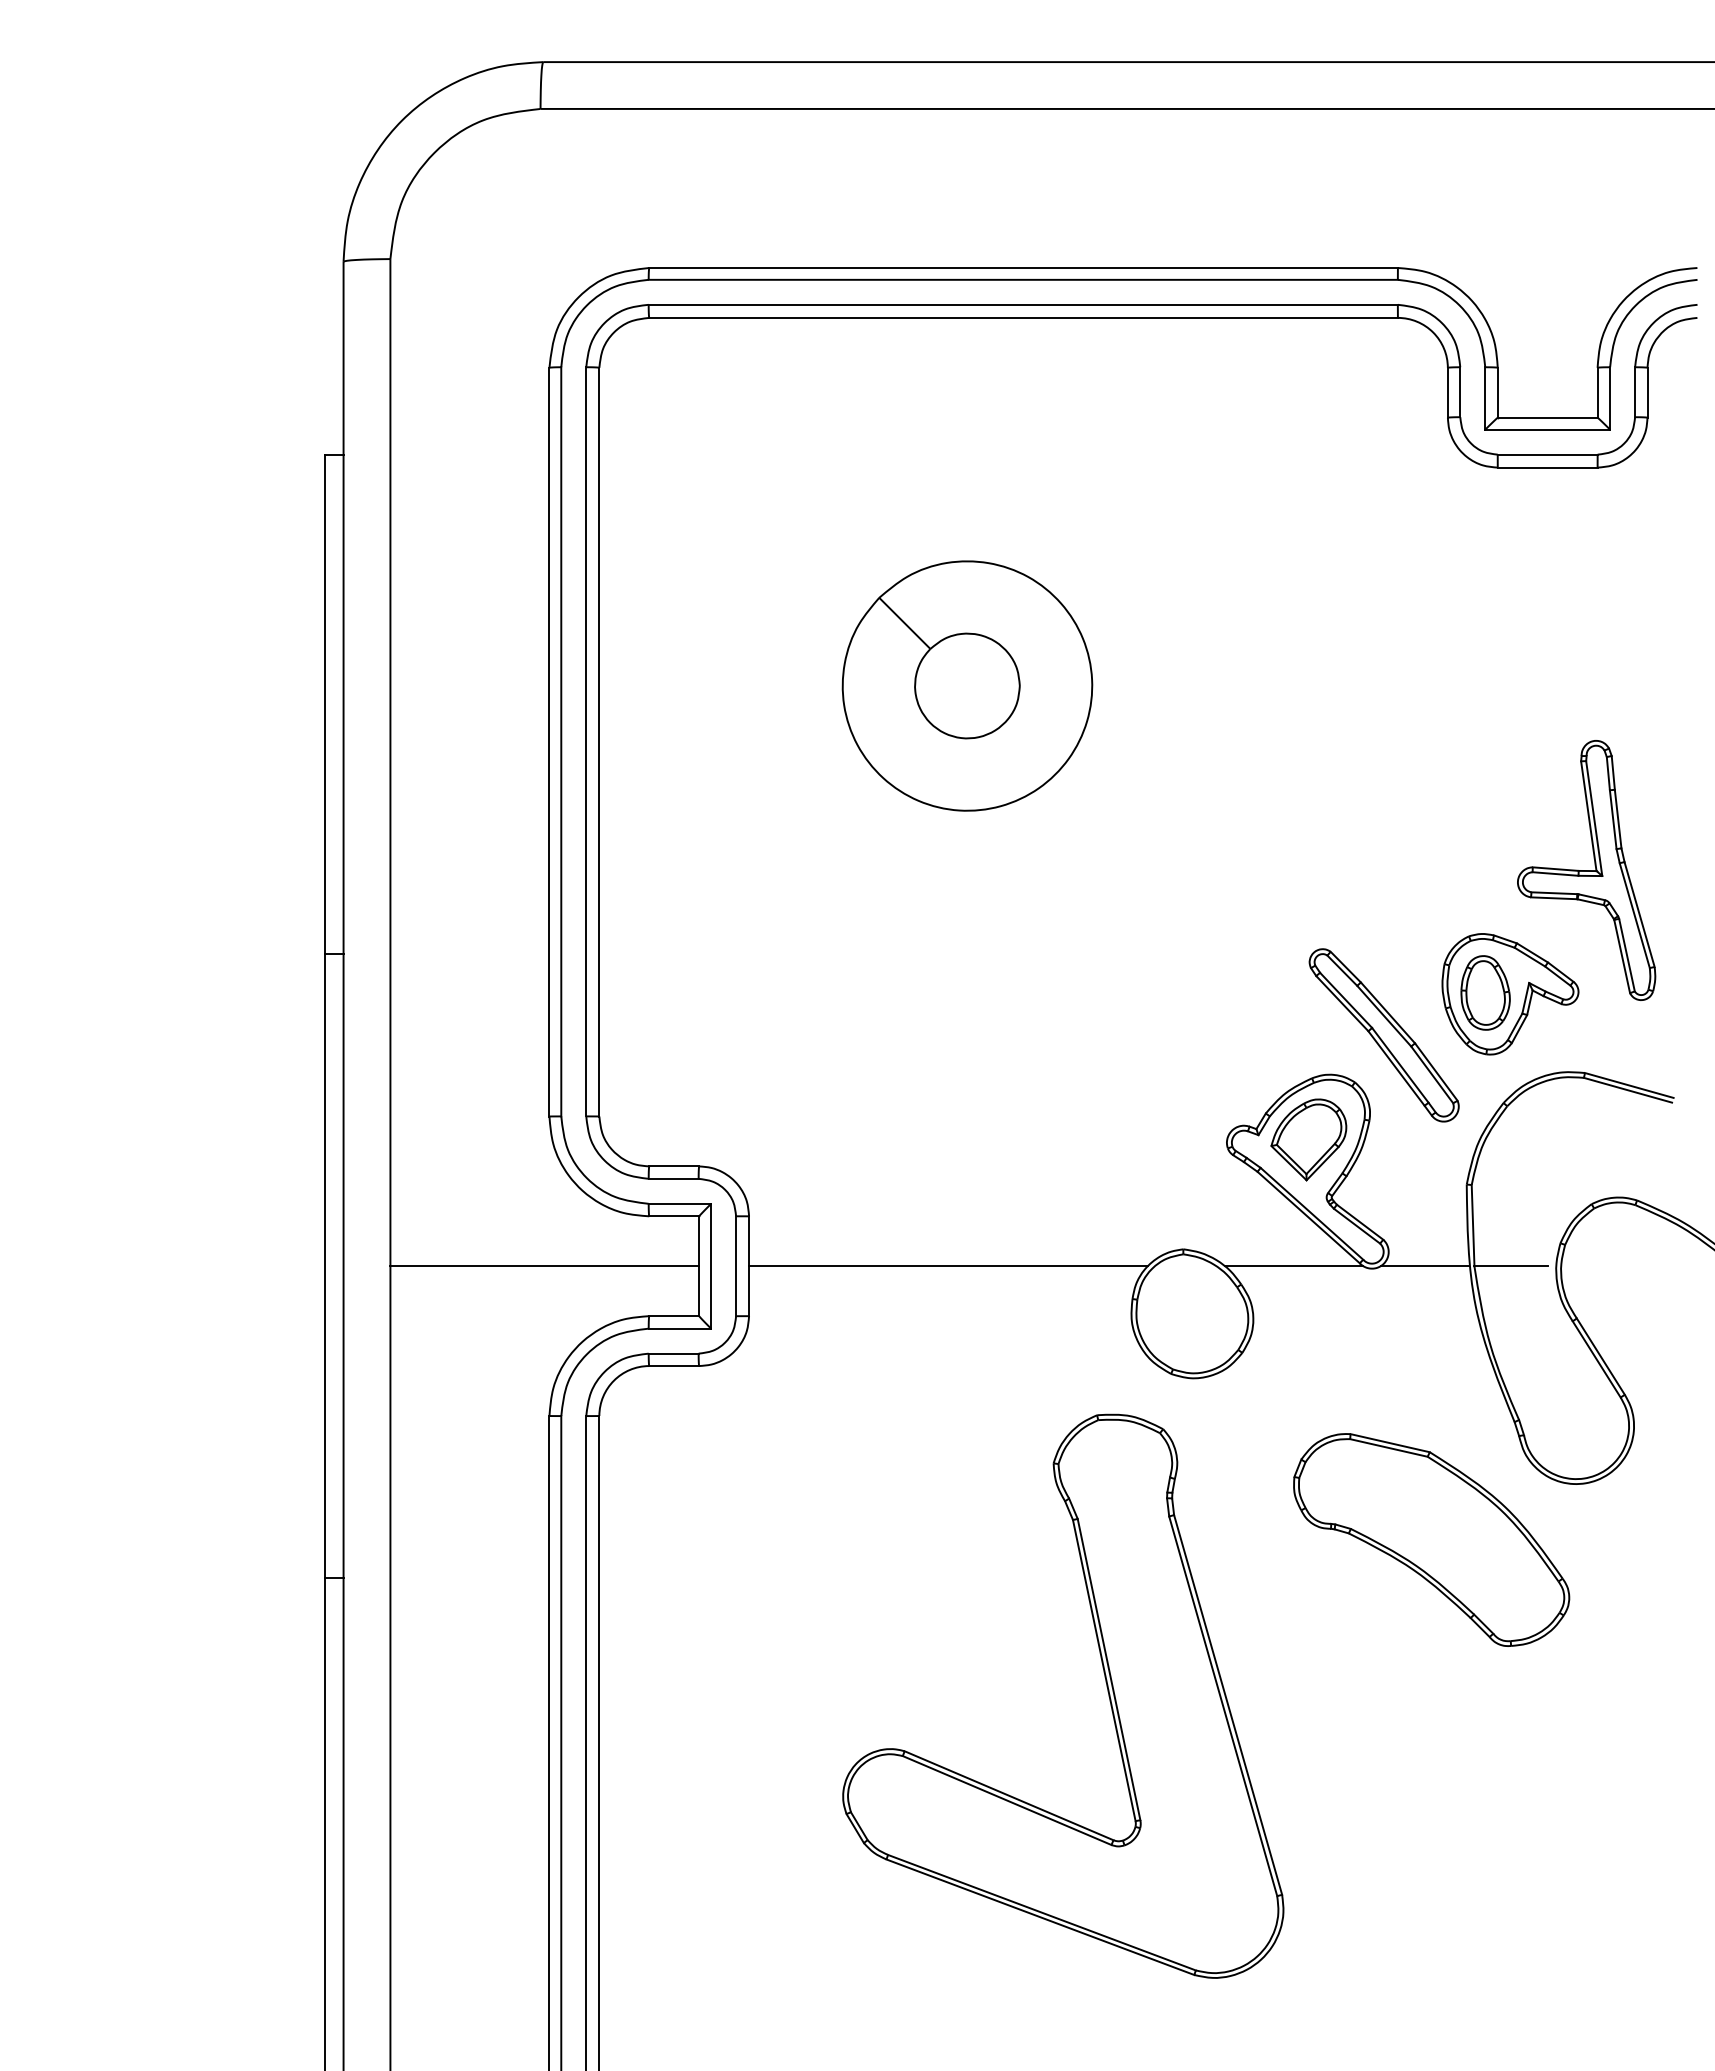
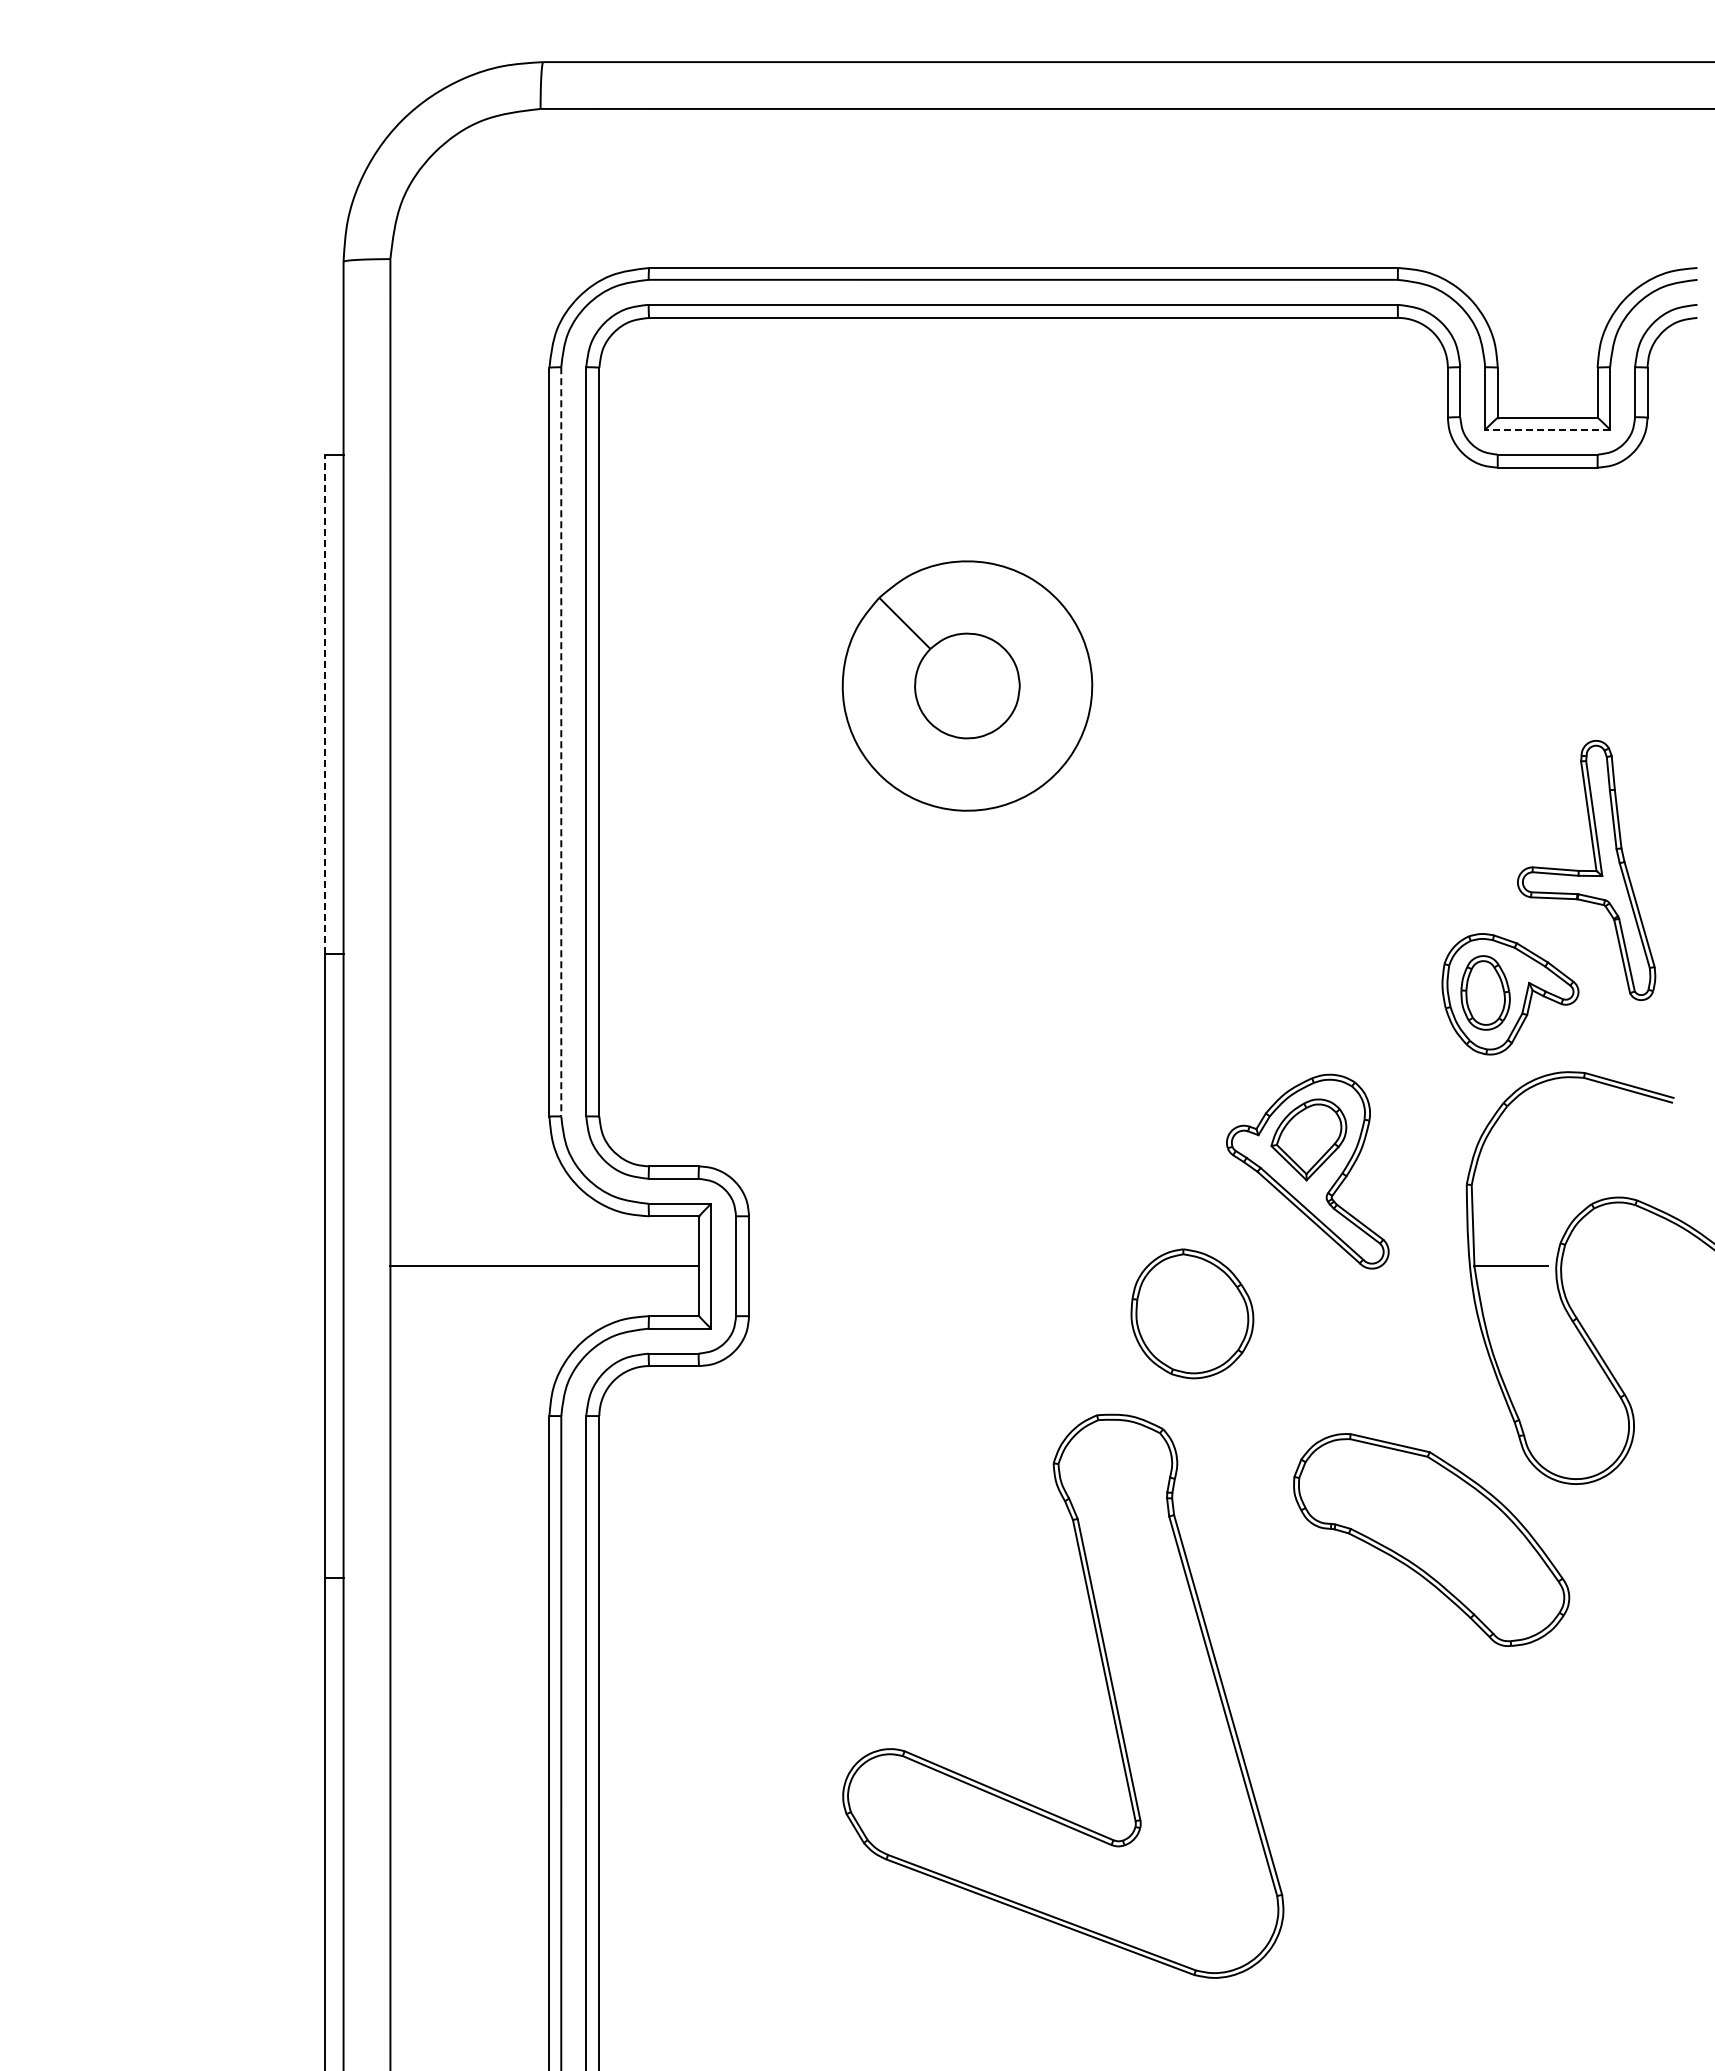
line at (1547, 429): solid -> dashed
line at (324, 704): solid -> dashed
line at (561, 741): solid -> dashed
part at (1383, 1035): present -> none
line at (948, 1266): present -> none
line at (1294, 1266): present -> none
line at (1424, 1266): present -> none
